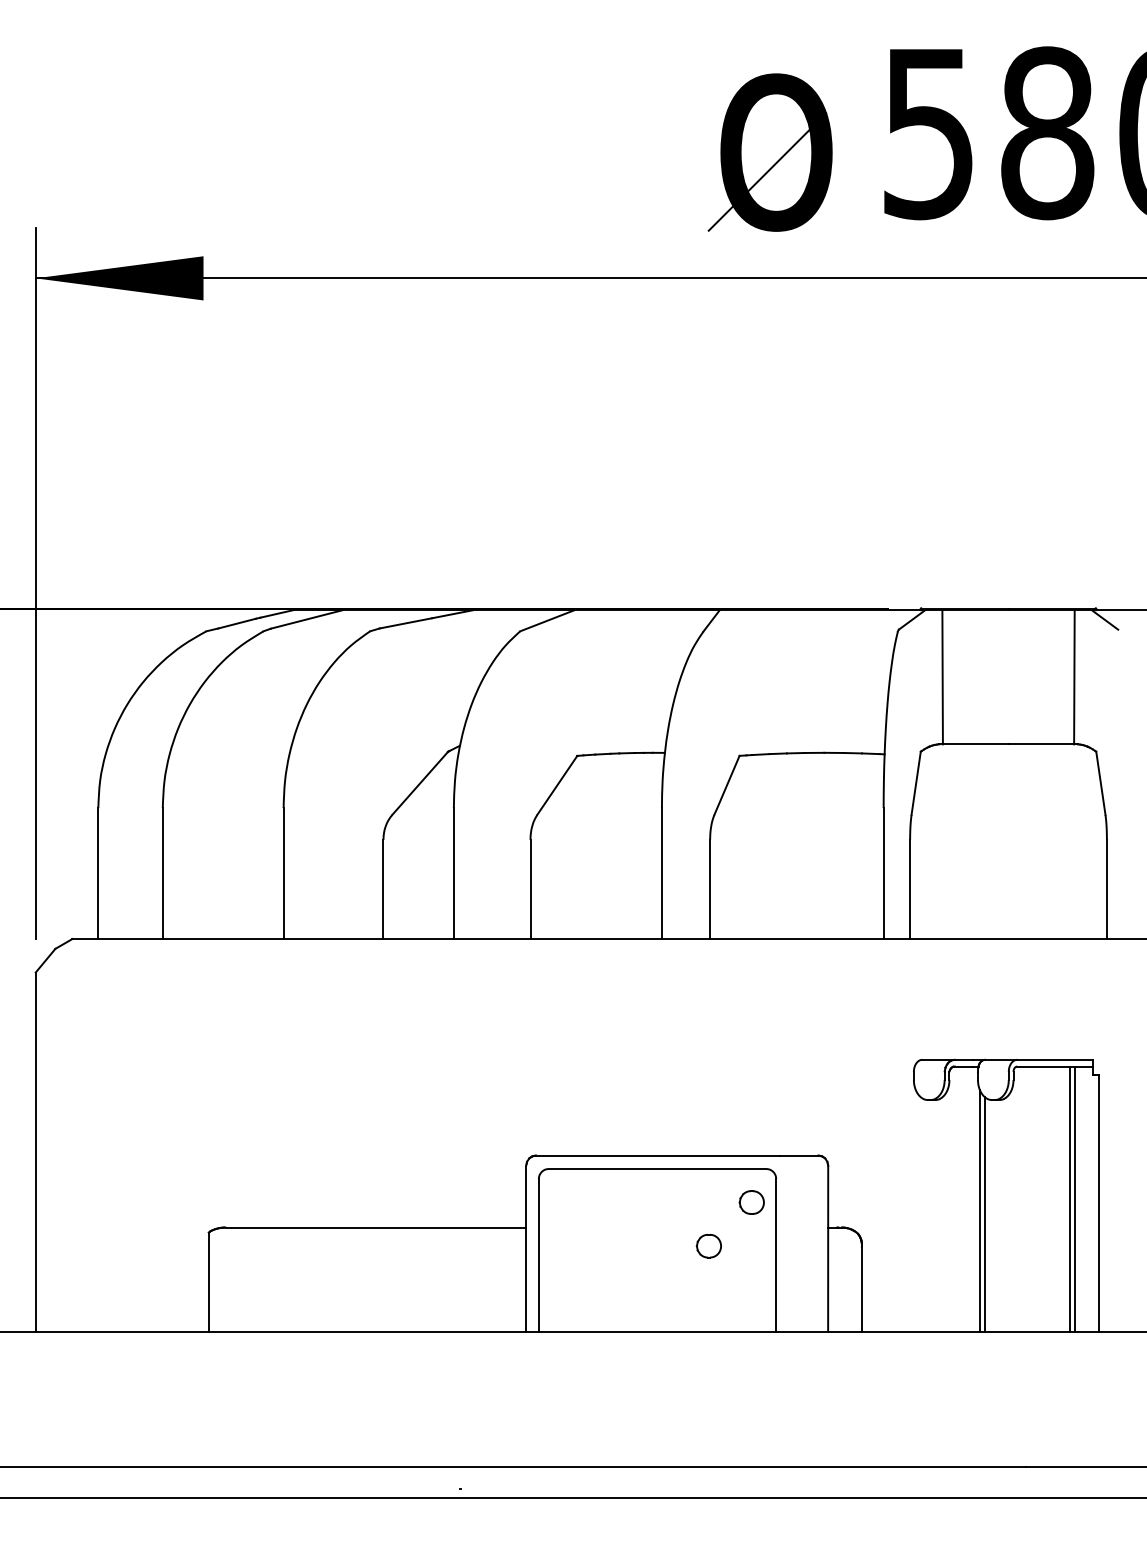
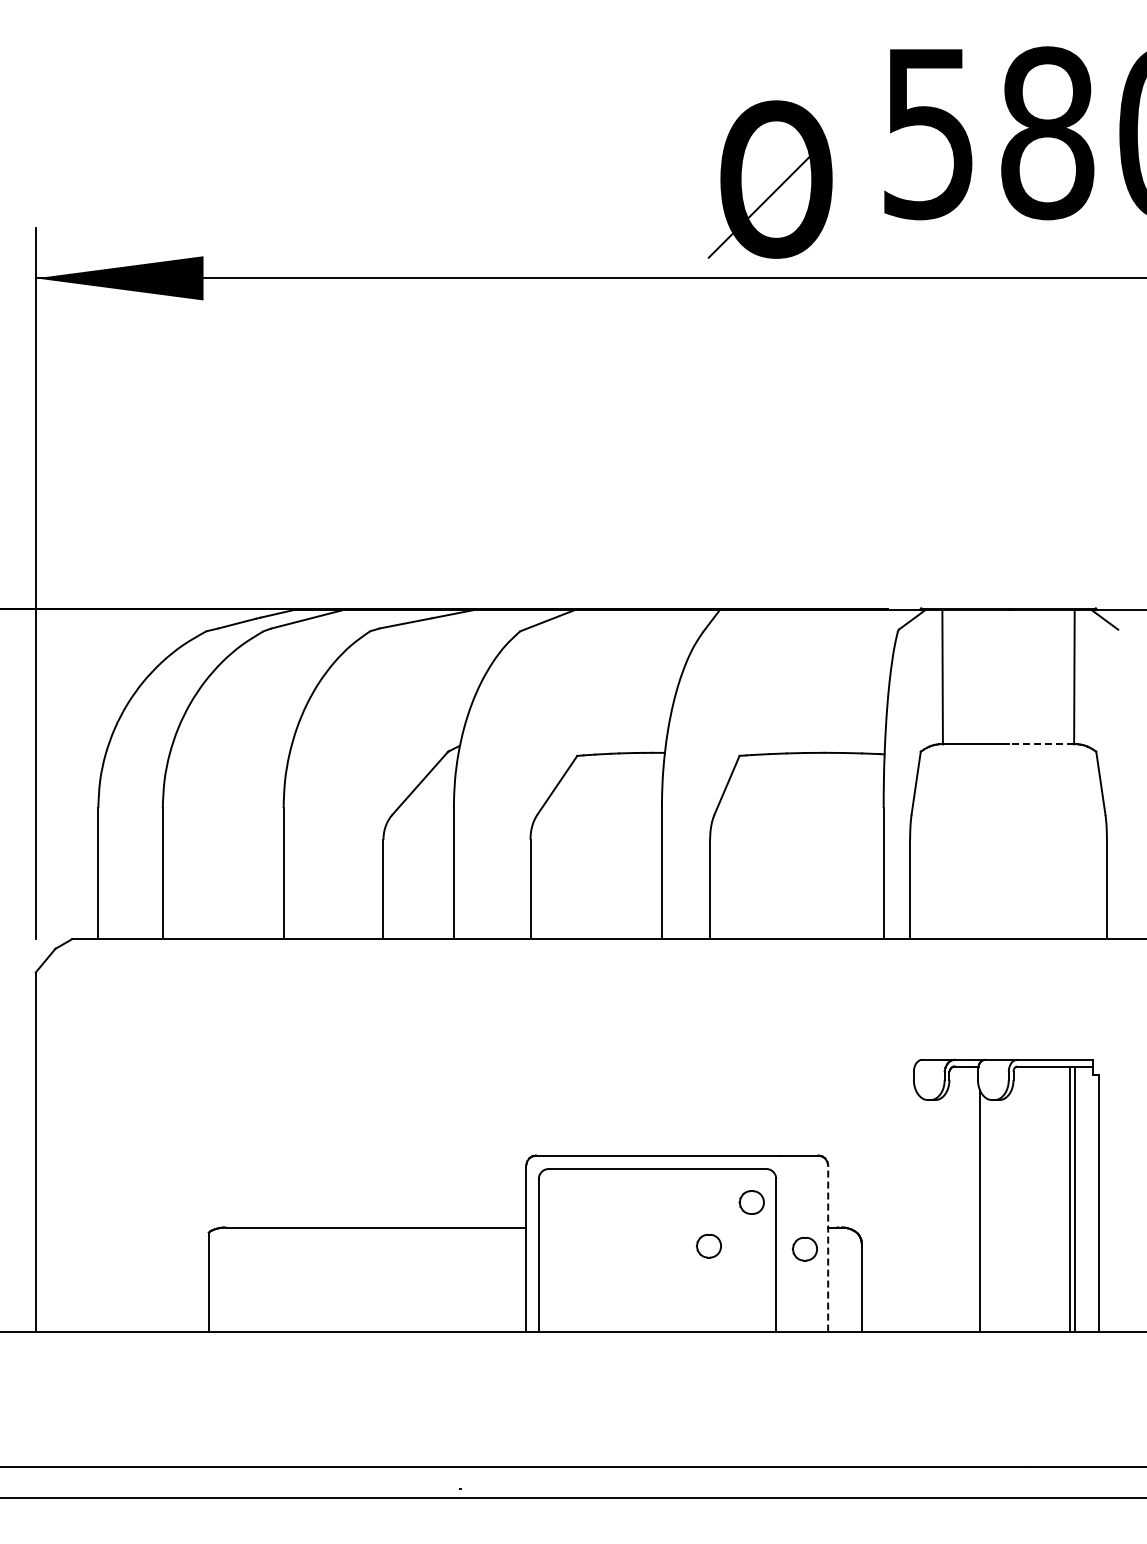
part at (769, 152) position: (769, 152) -> (769, 179)
line at (1041, 744): solid -> dashed
line at (985, 1213): present -> none
part at (804, 1248): none -> present
line at (828, 1248): solid -> dashed
